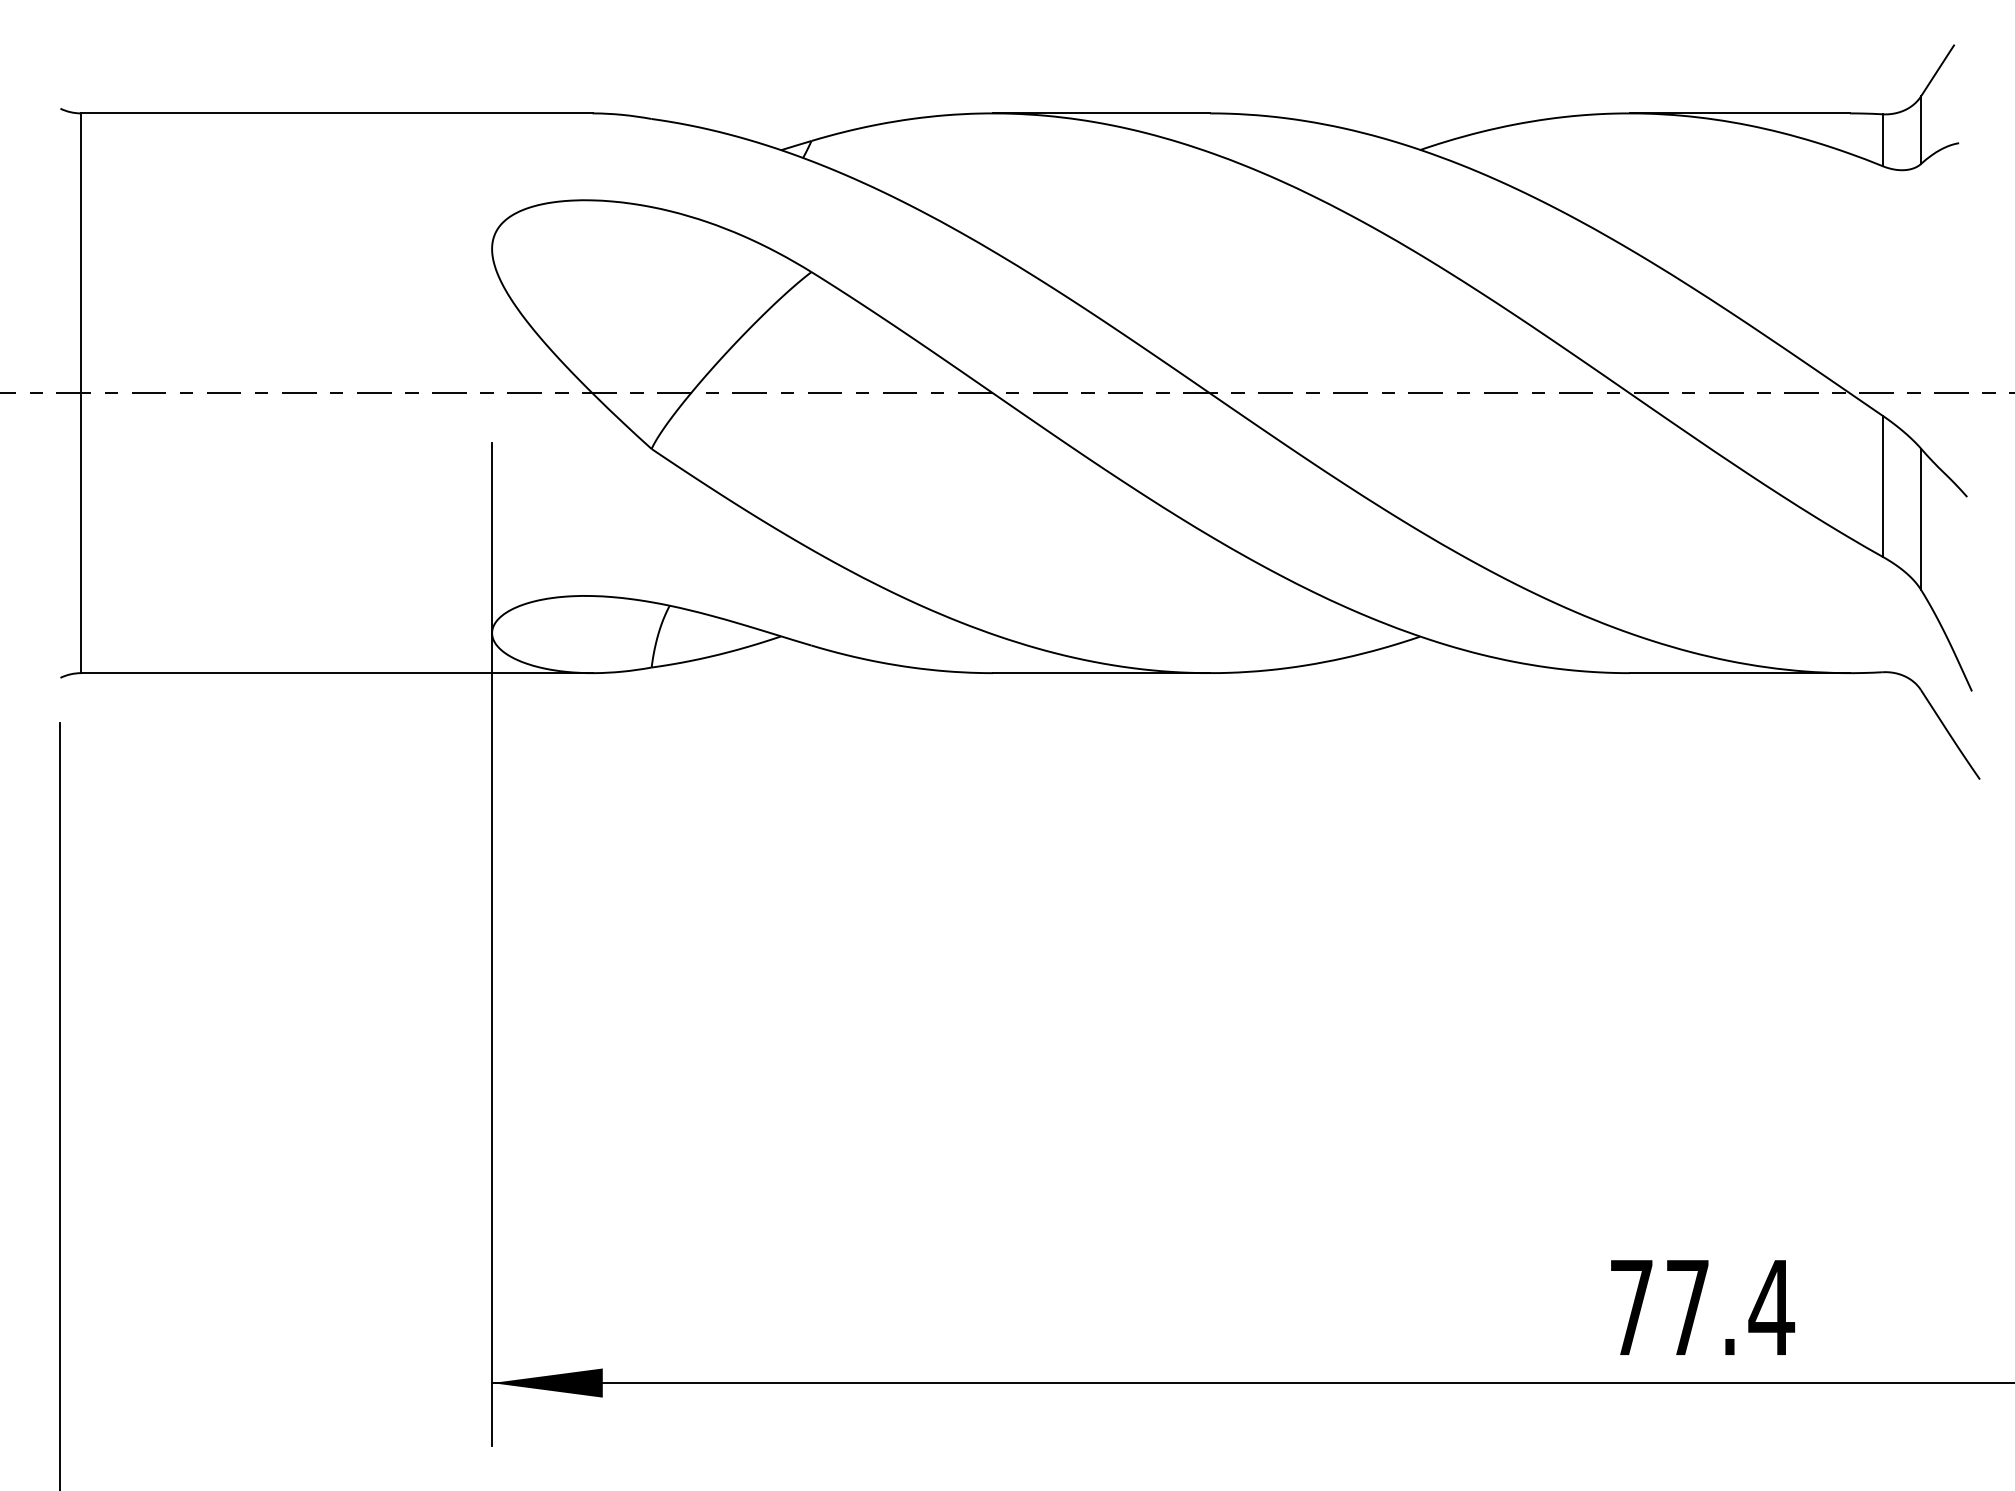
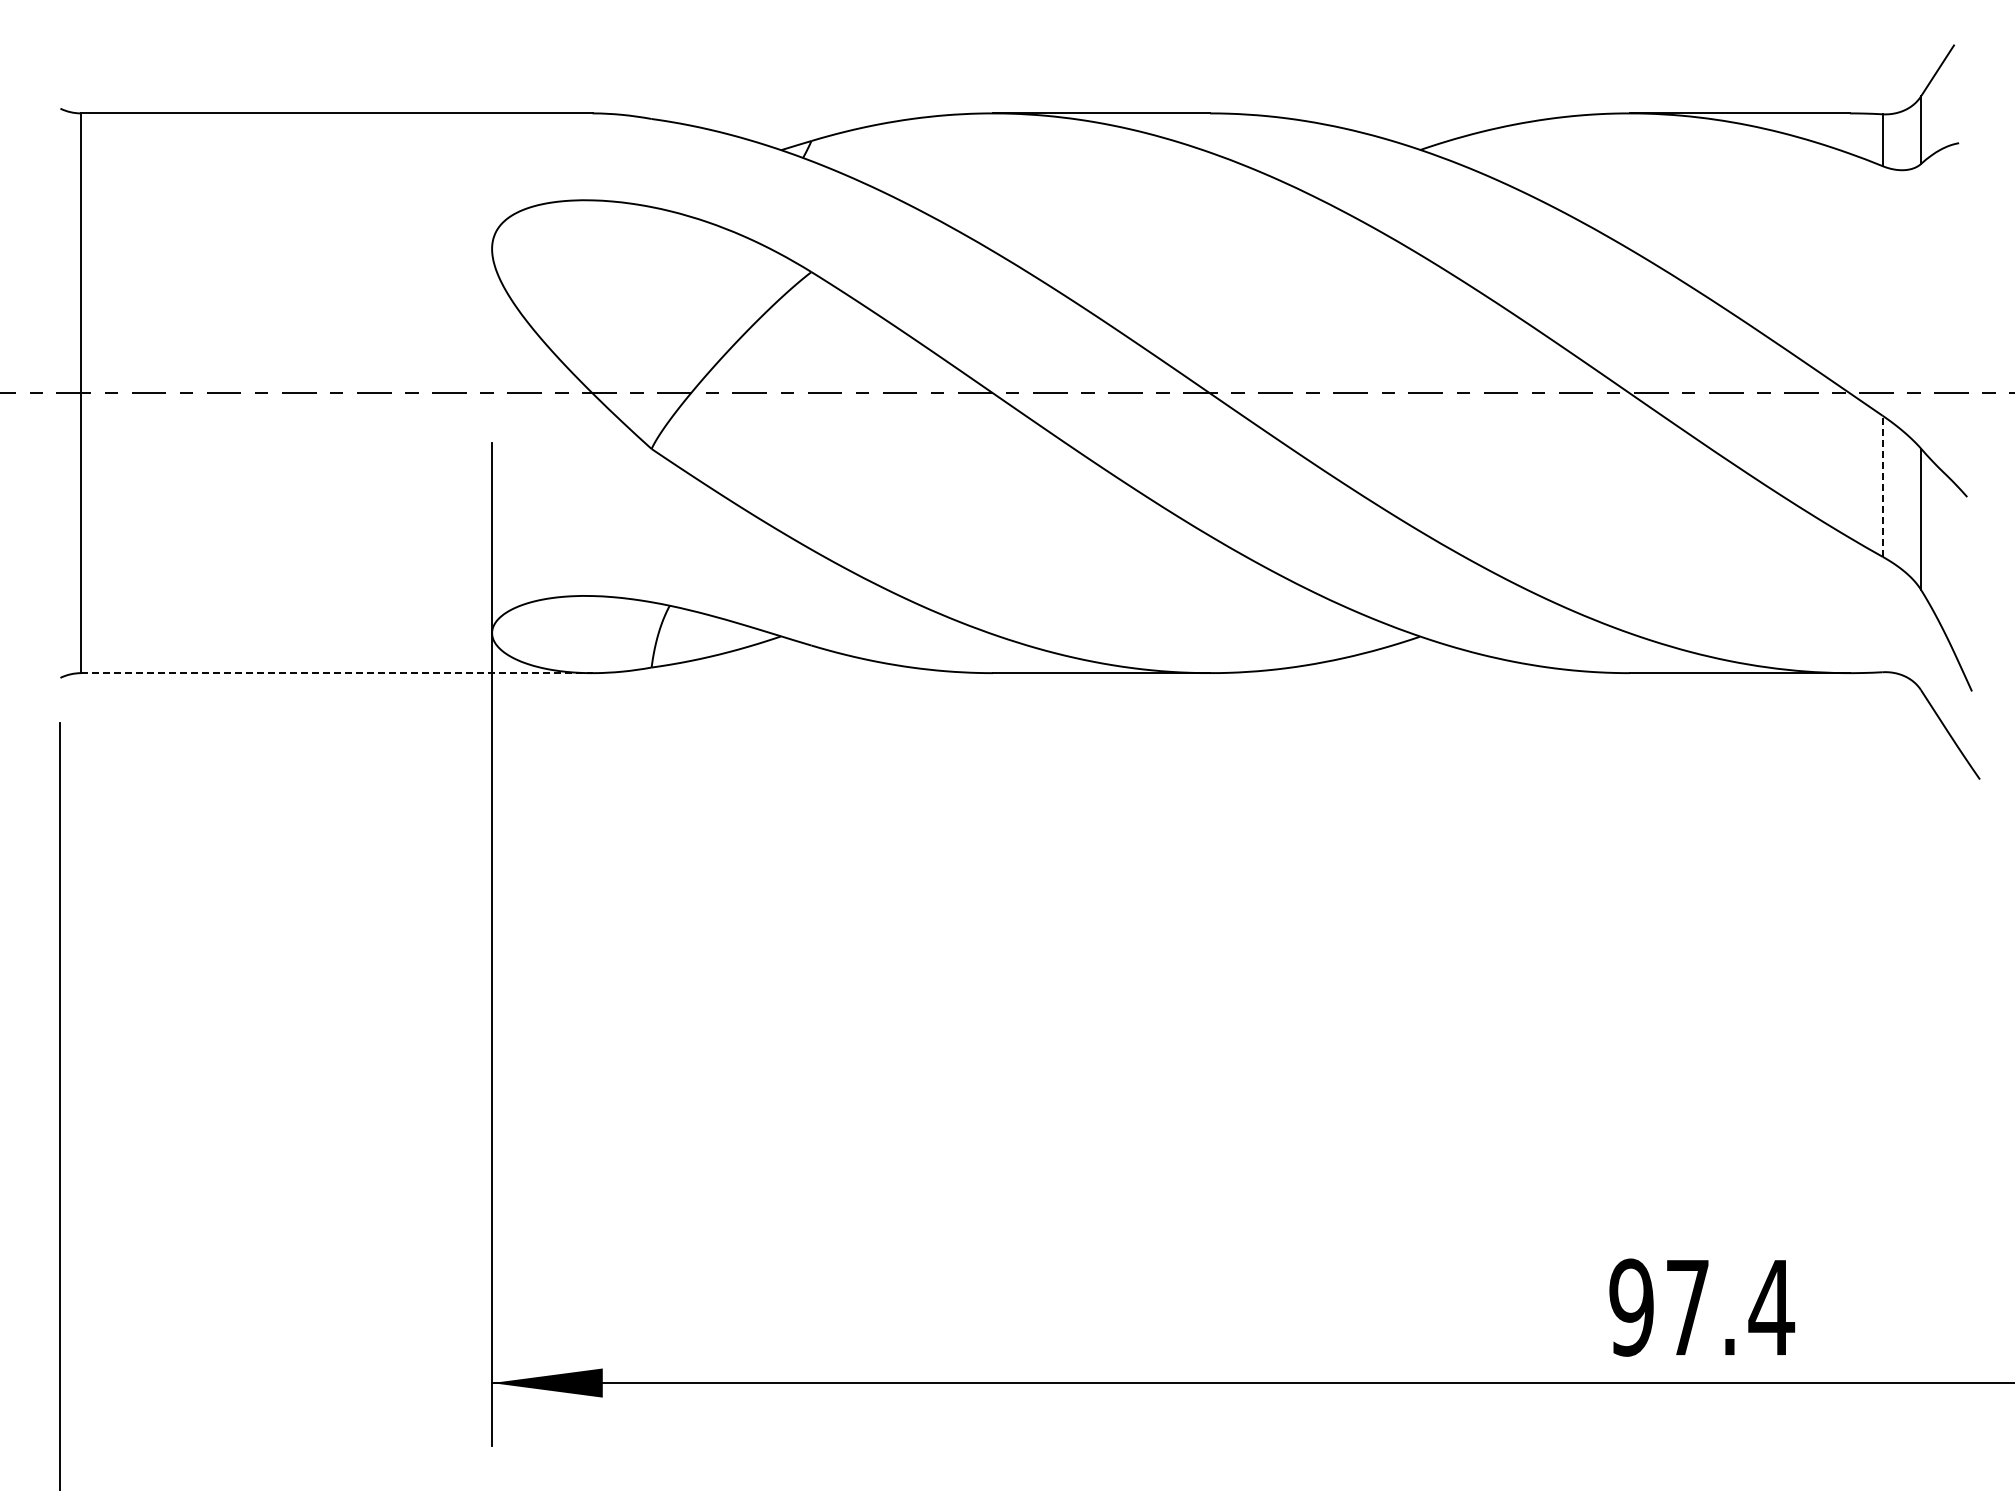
line at (1882, 486): solid -> dashed
line at (336, 673): solid -> dashed
text at (1631, 1307): 77.4 -> 97.4
